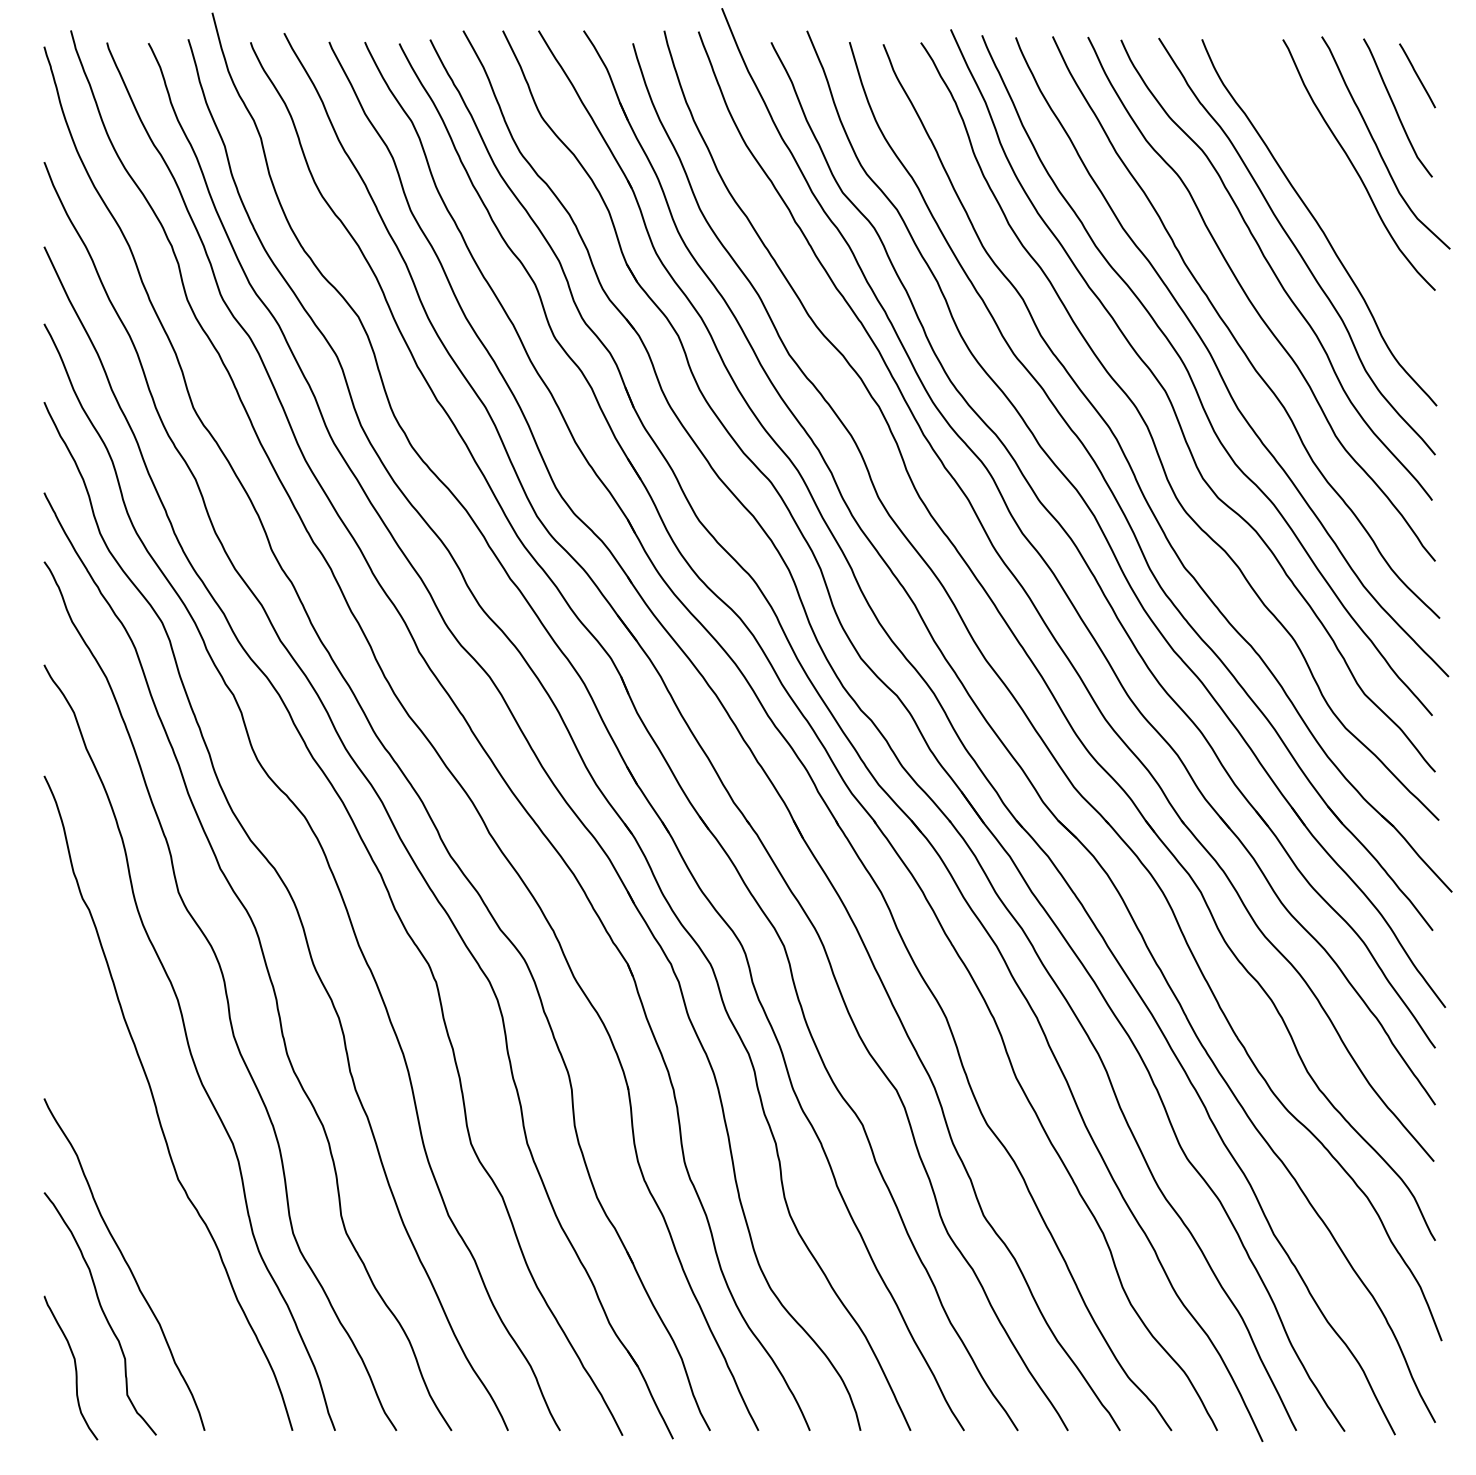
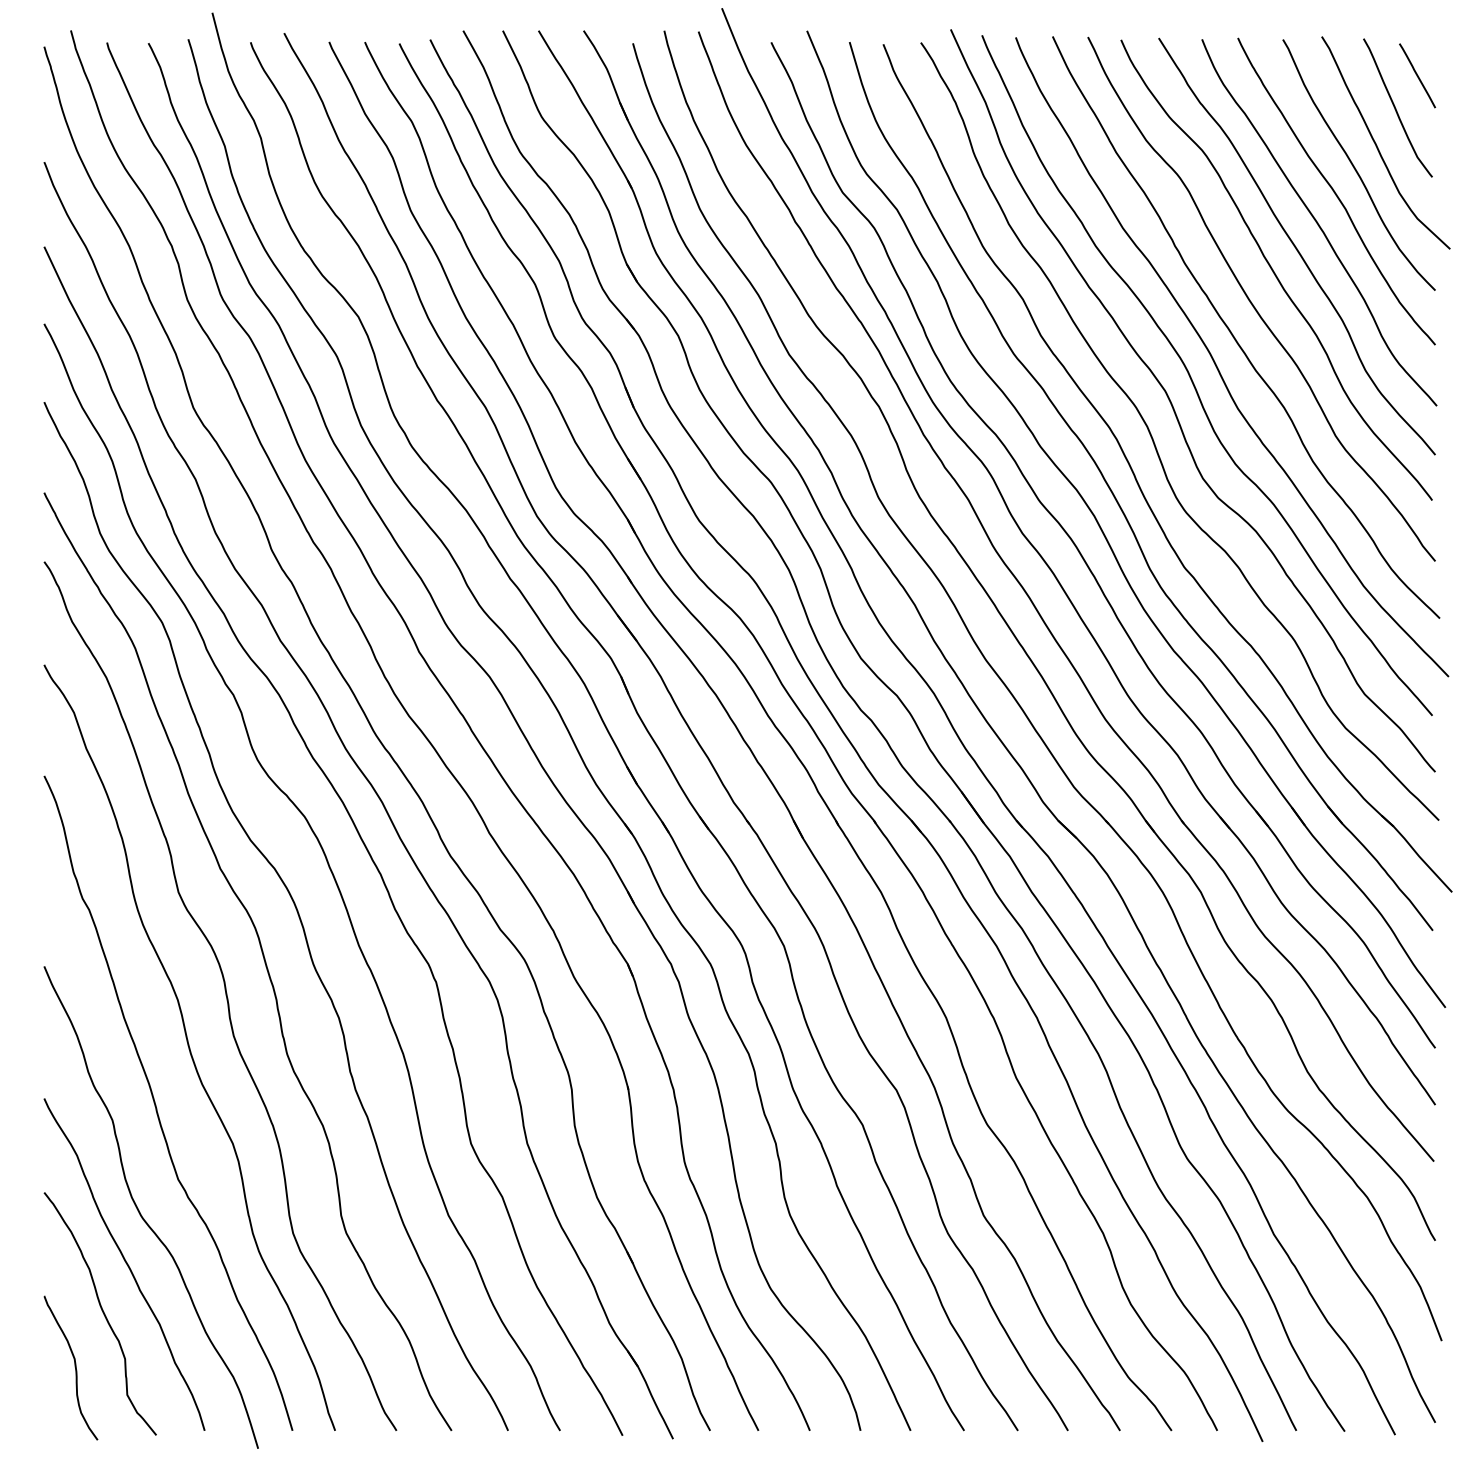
curve at (1335, 191): none -> present
curve at (140, 1212): none -> present
